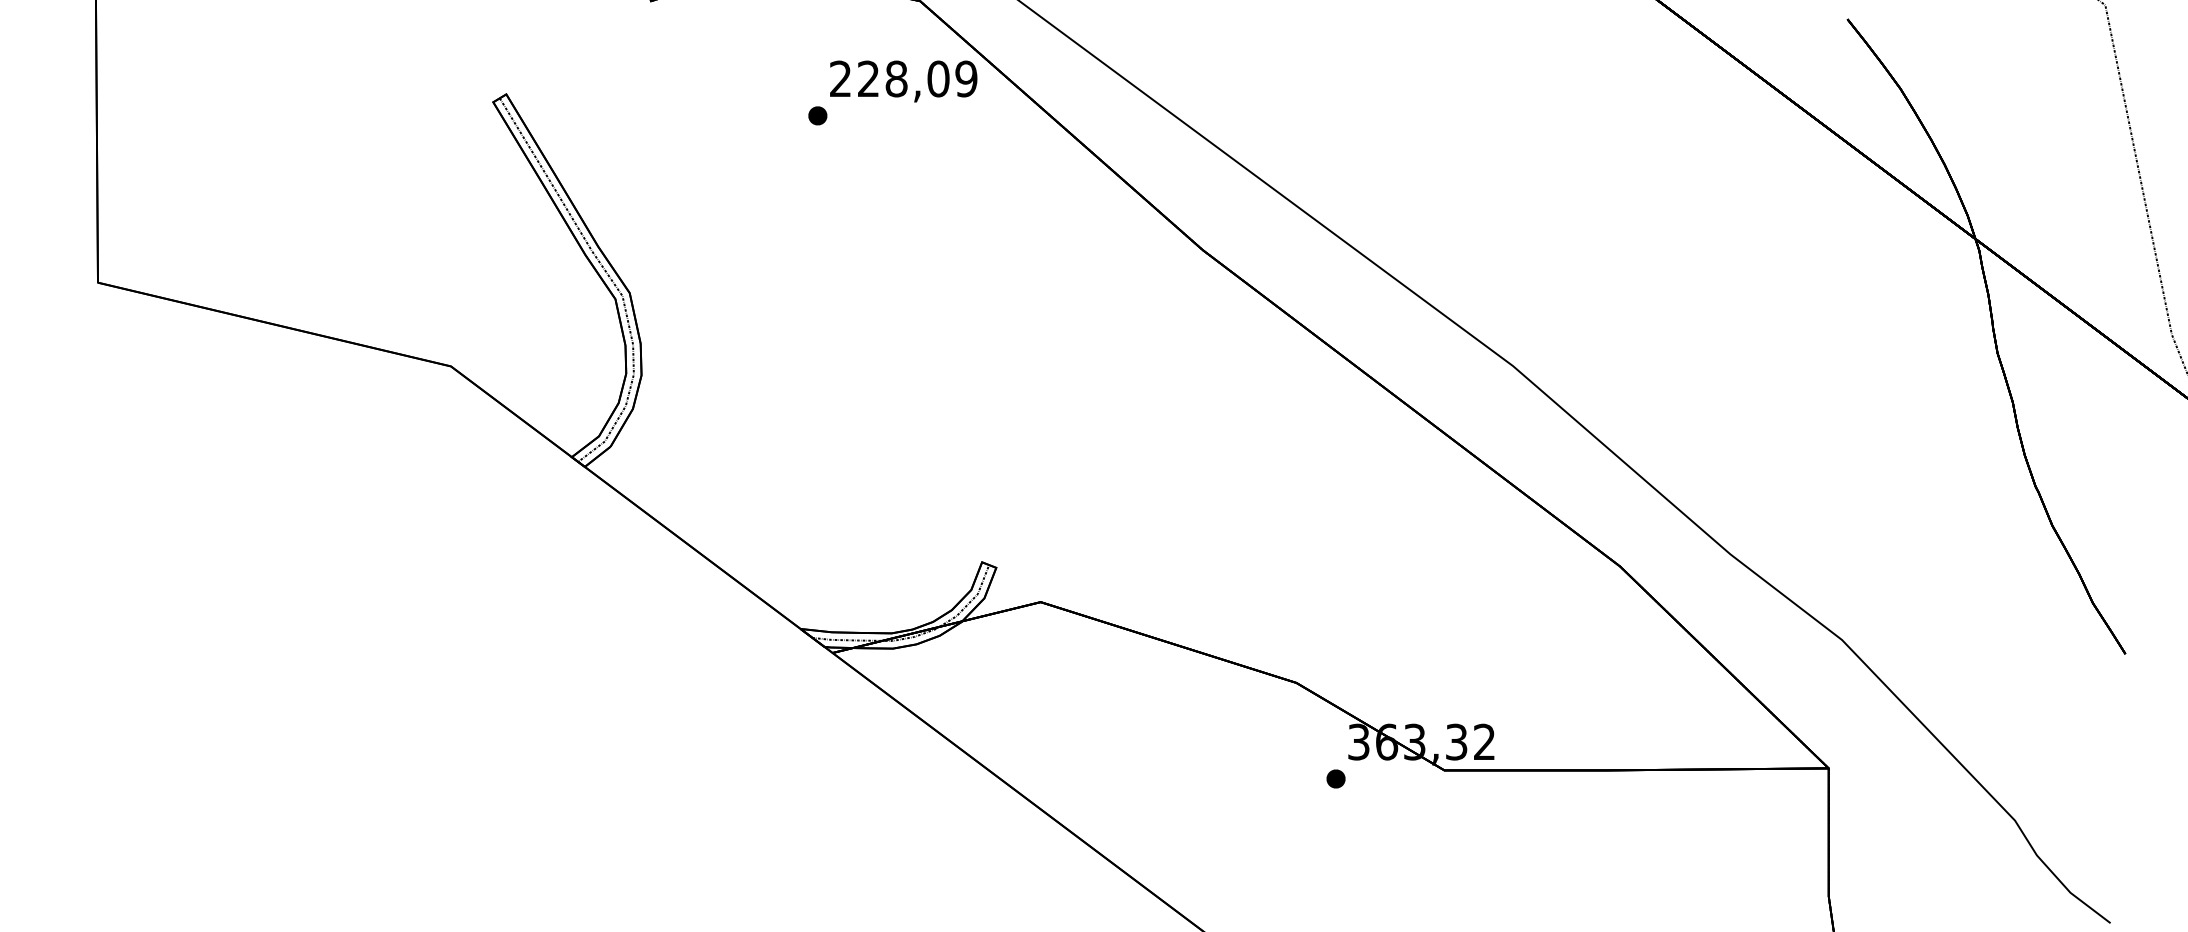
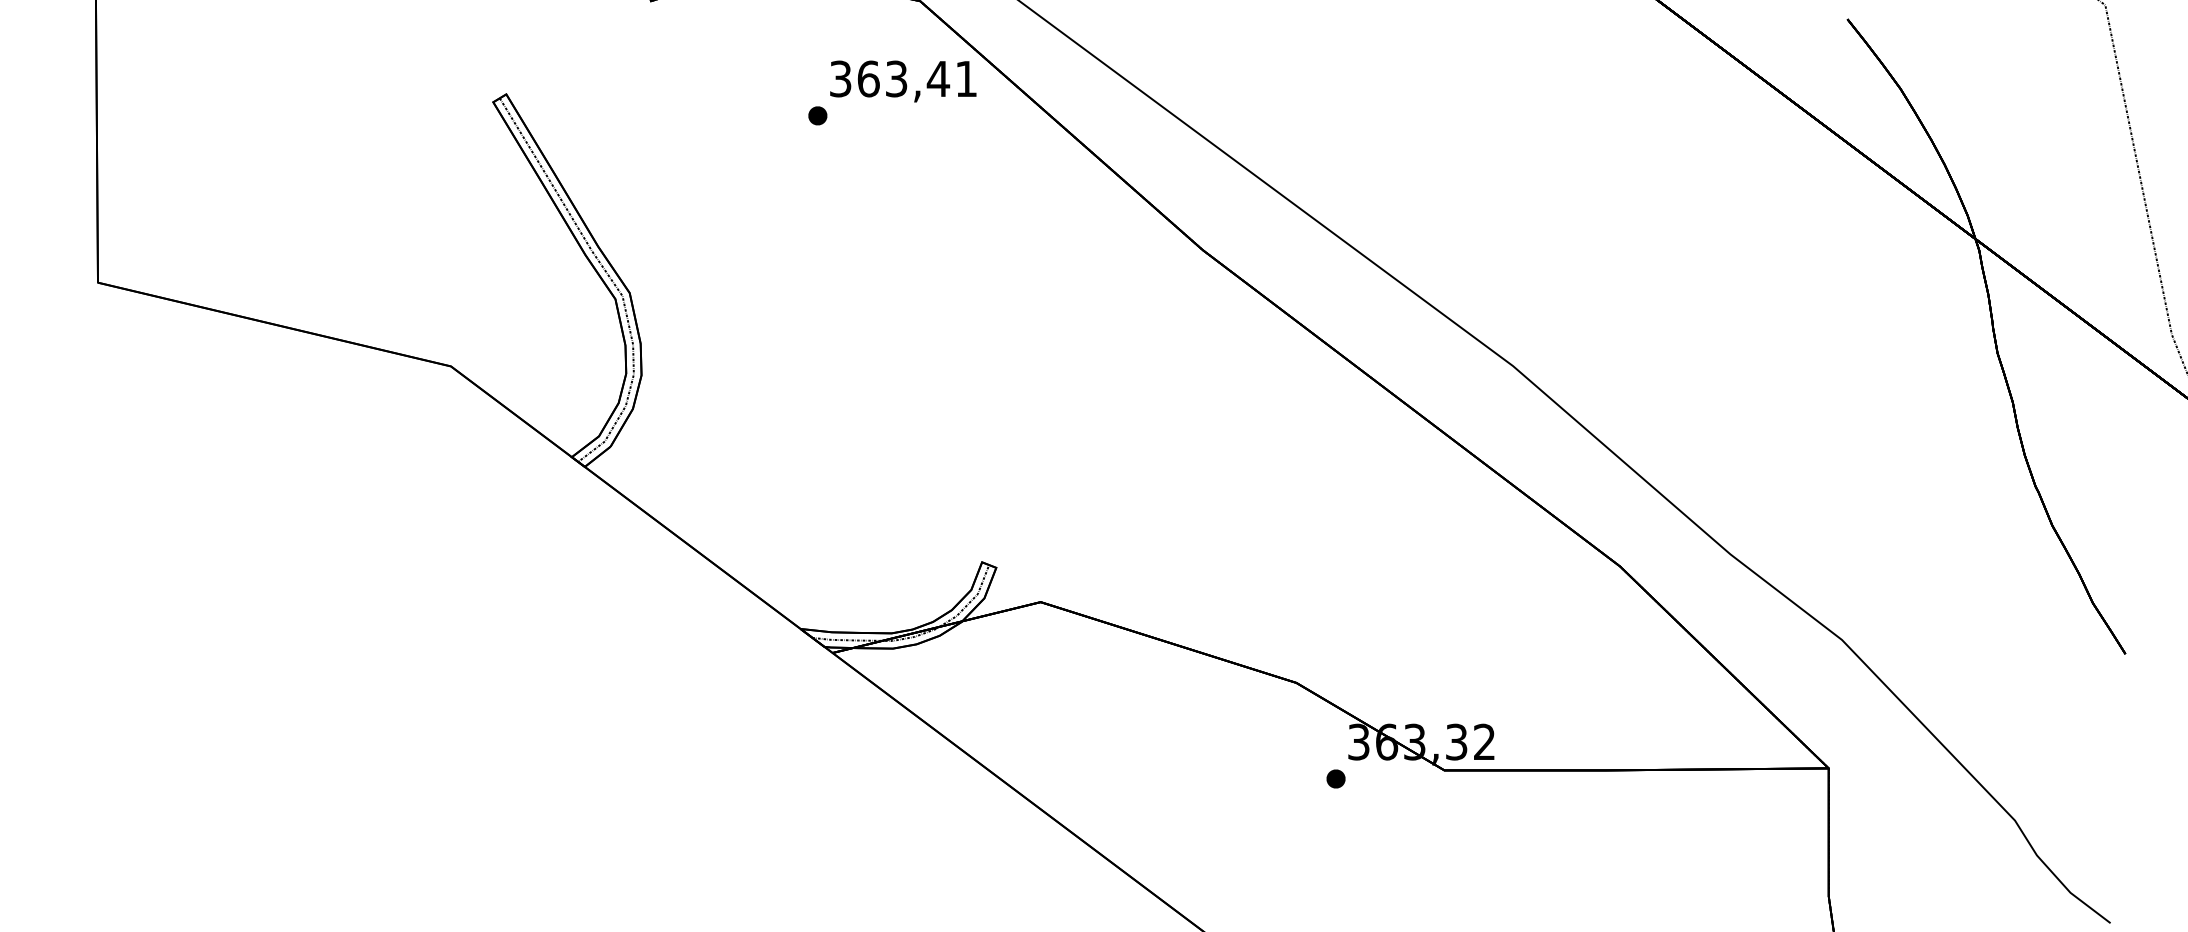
text at (903, 78): 228,09 -> 363,41
